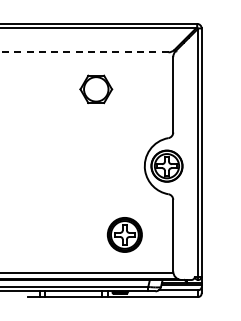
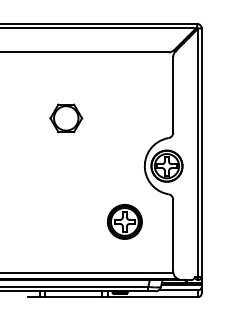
line at (84, 52): dashed -> solid
part at (96, 89) position: (96, 89) -> (66, 118)
part at (124, 234) position: (124, 234) -> (124, 221)
